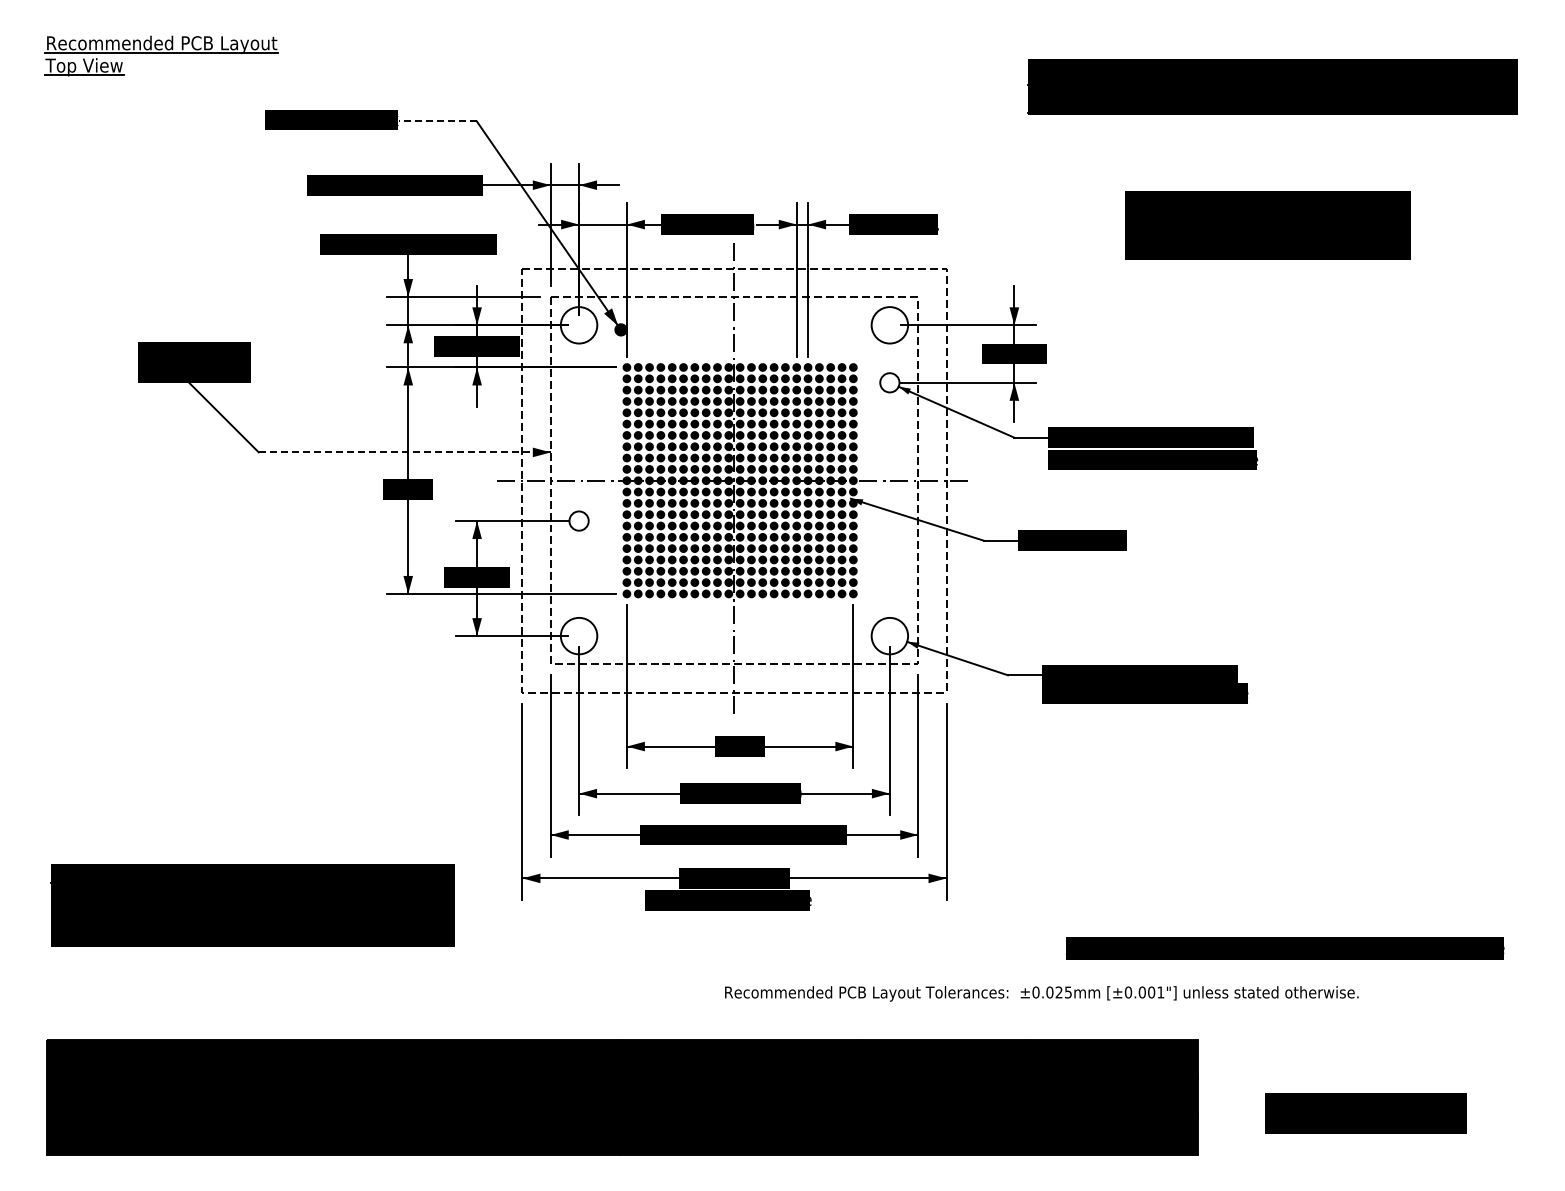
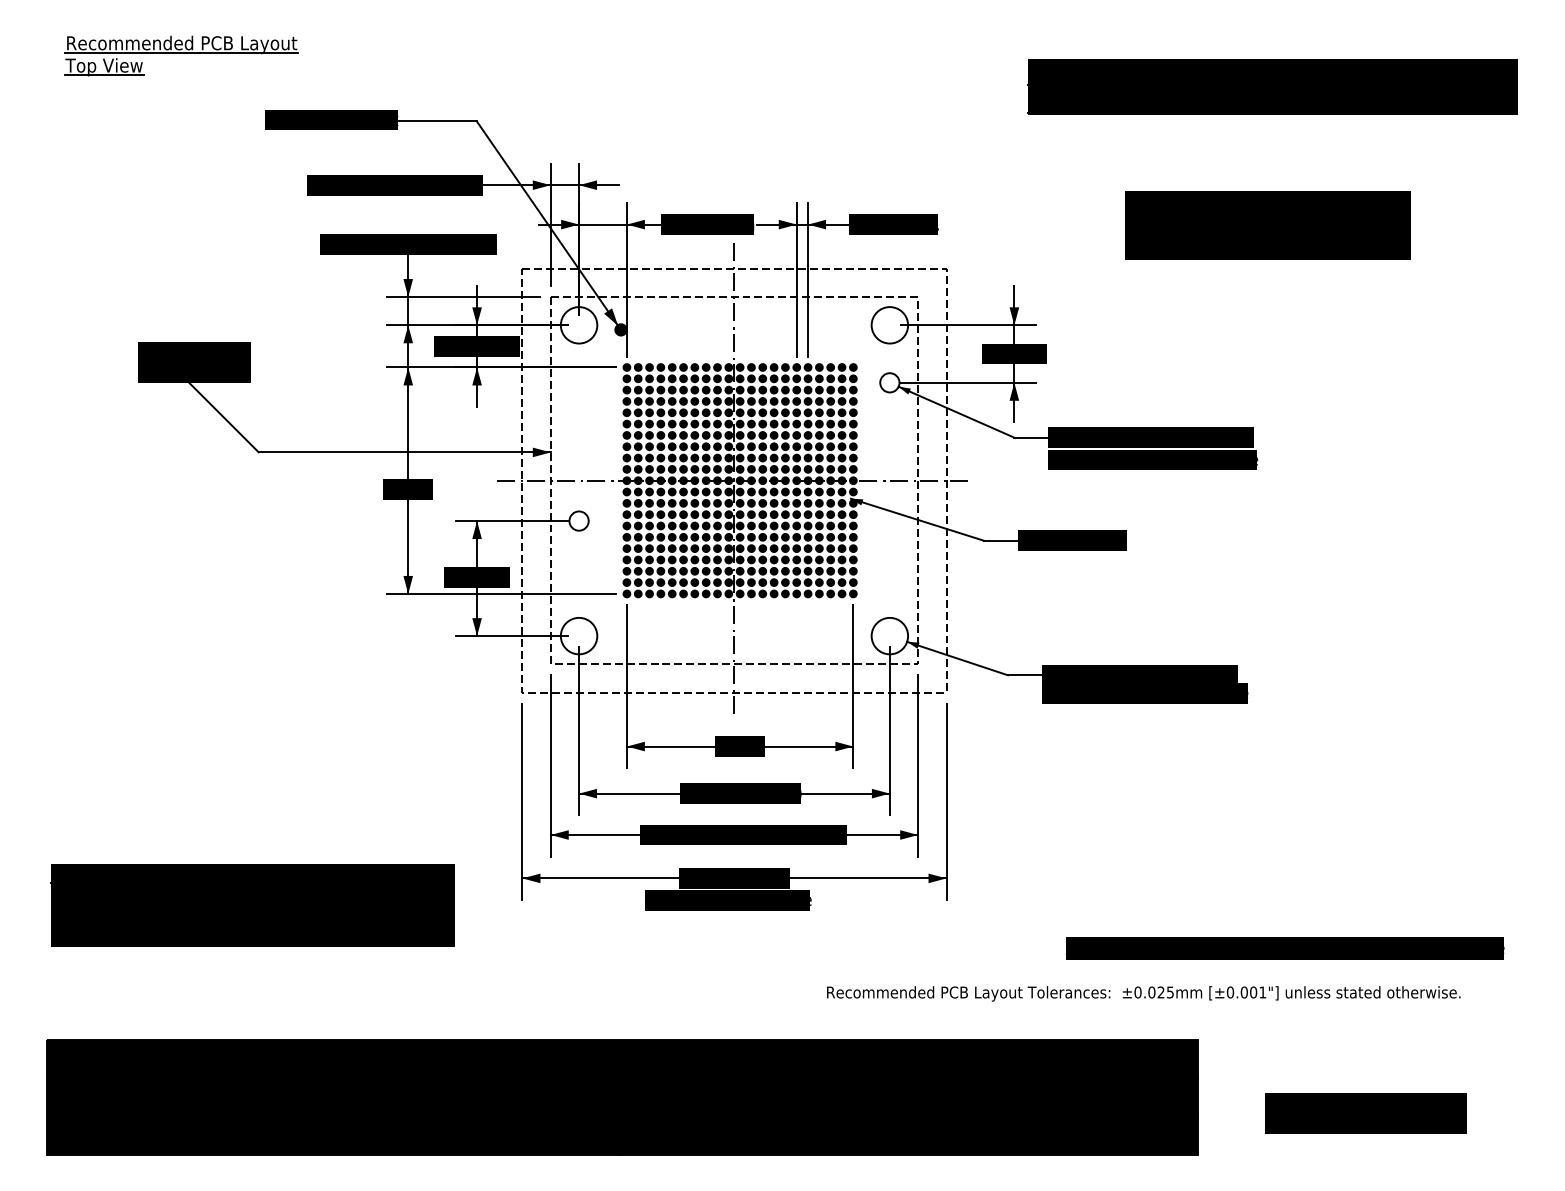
part at (161, 55) position: (161, 55) -> (181, 55)
line at (437, 121): dashed -> solid
line at (404, 452): dashed -> solid
text at (1041, 993) position: (1041, 993) -> (1143, 993)
